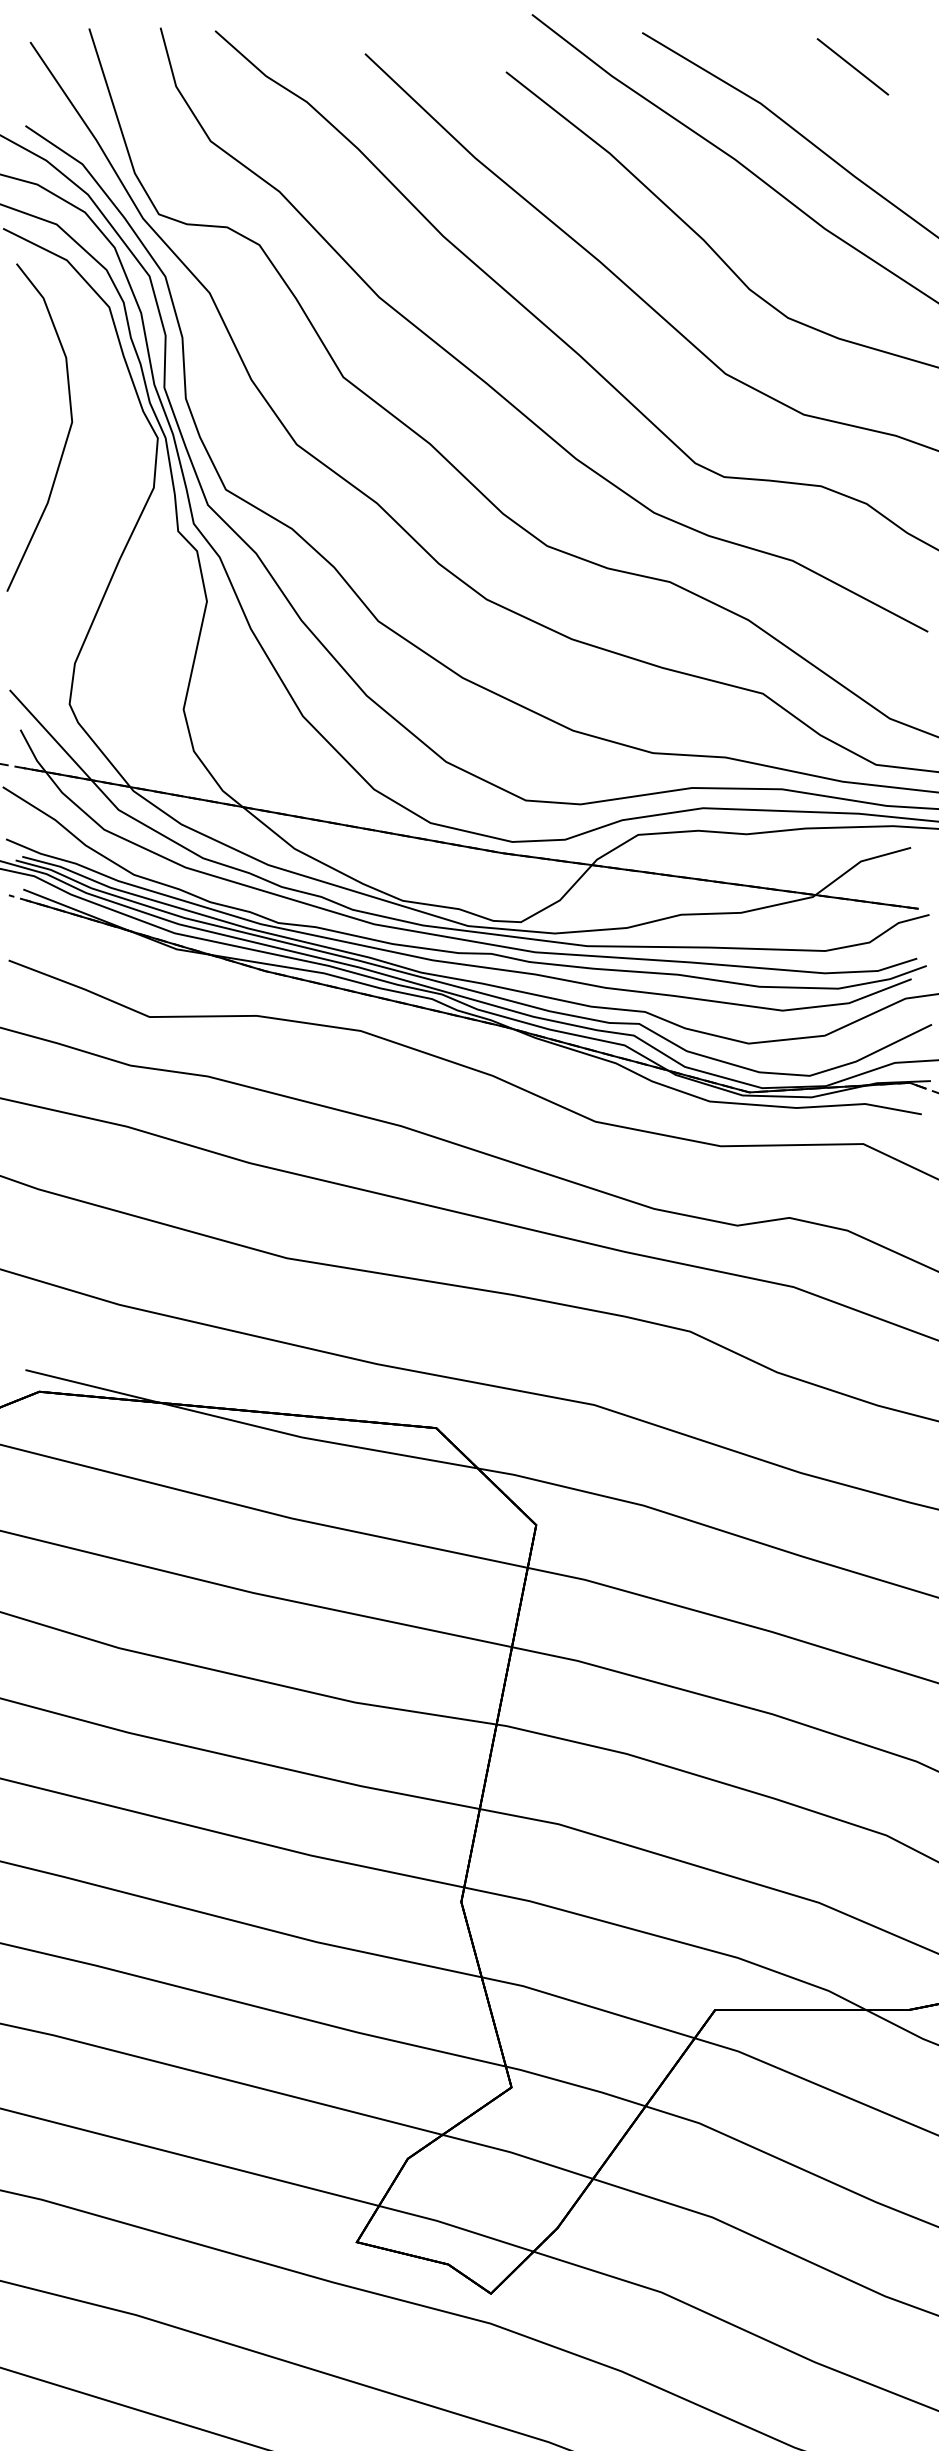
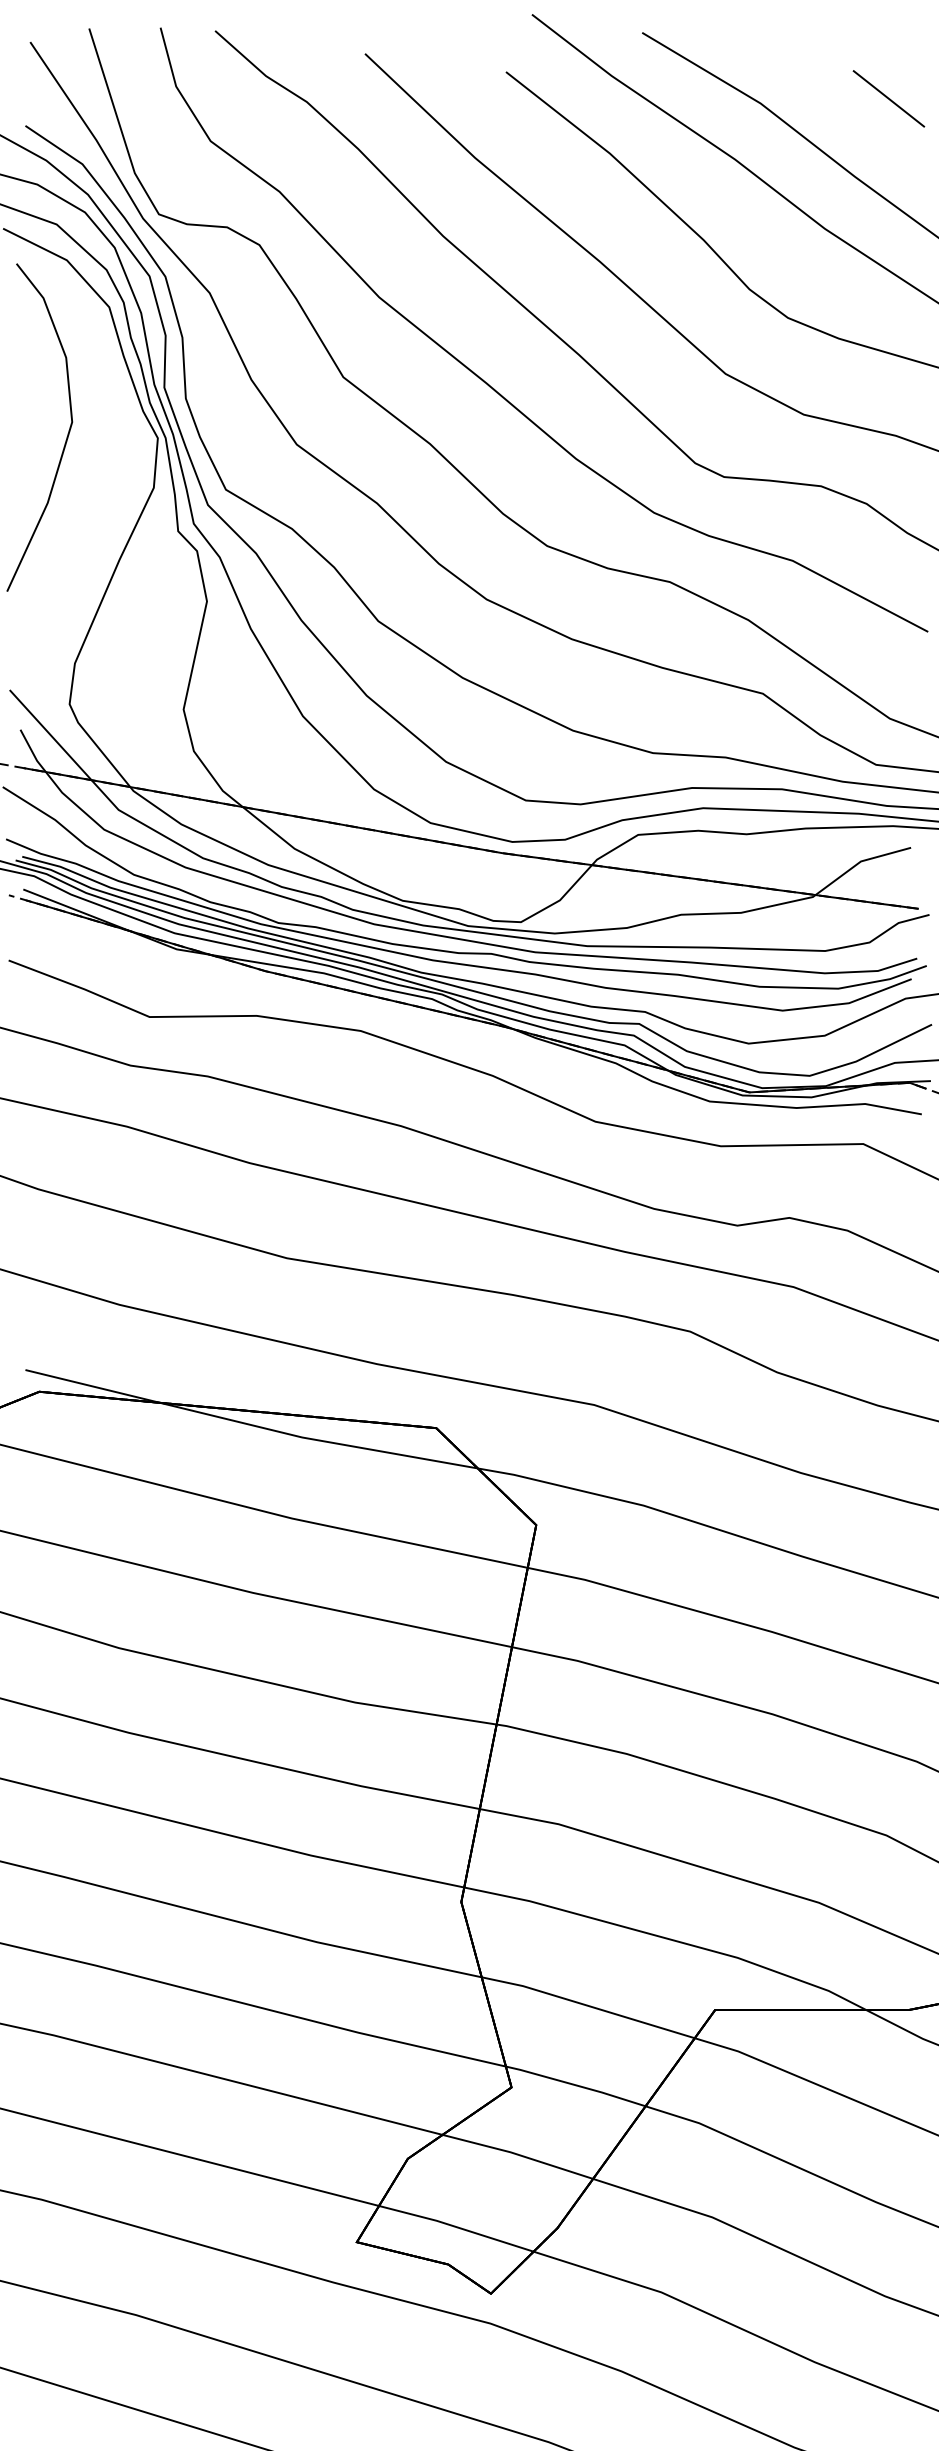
line at (852, 66) position: (852, 66) -> (888, 98)
